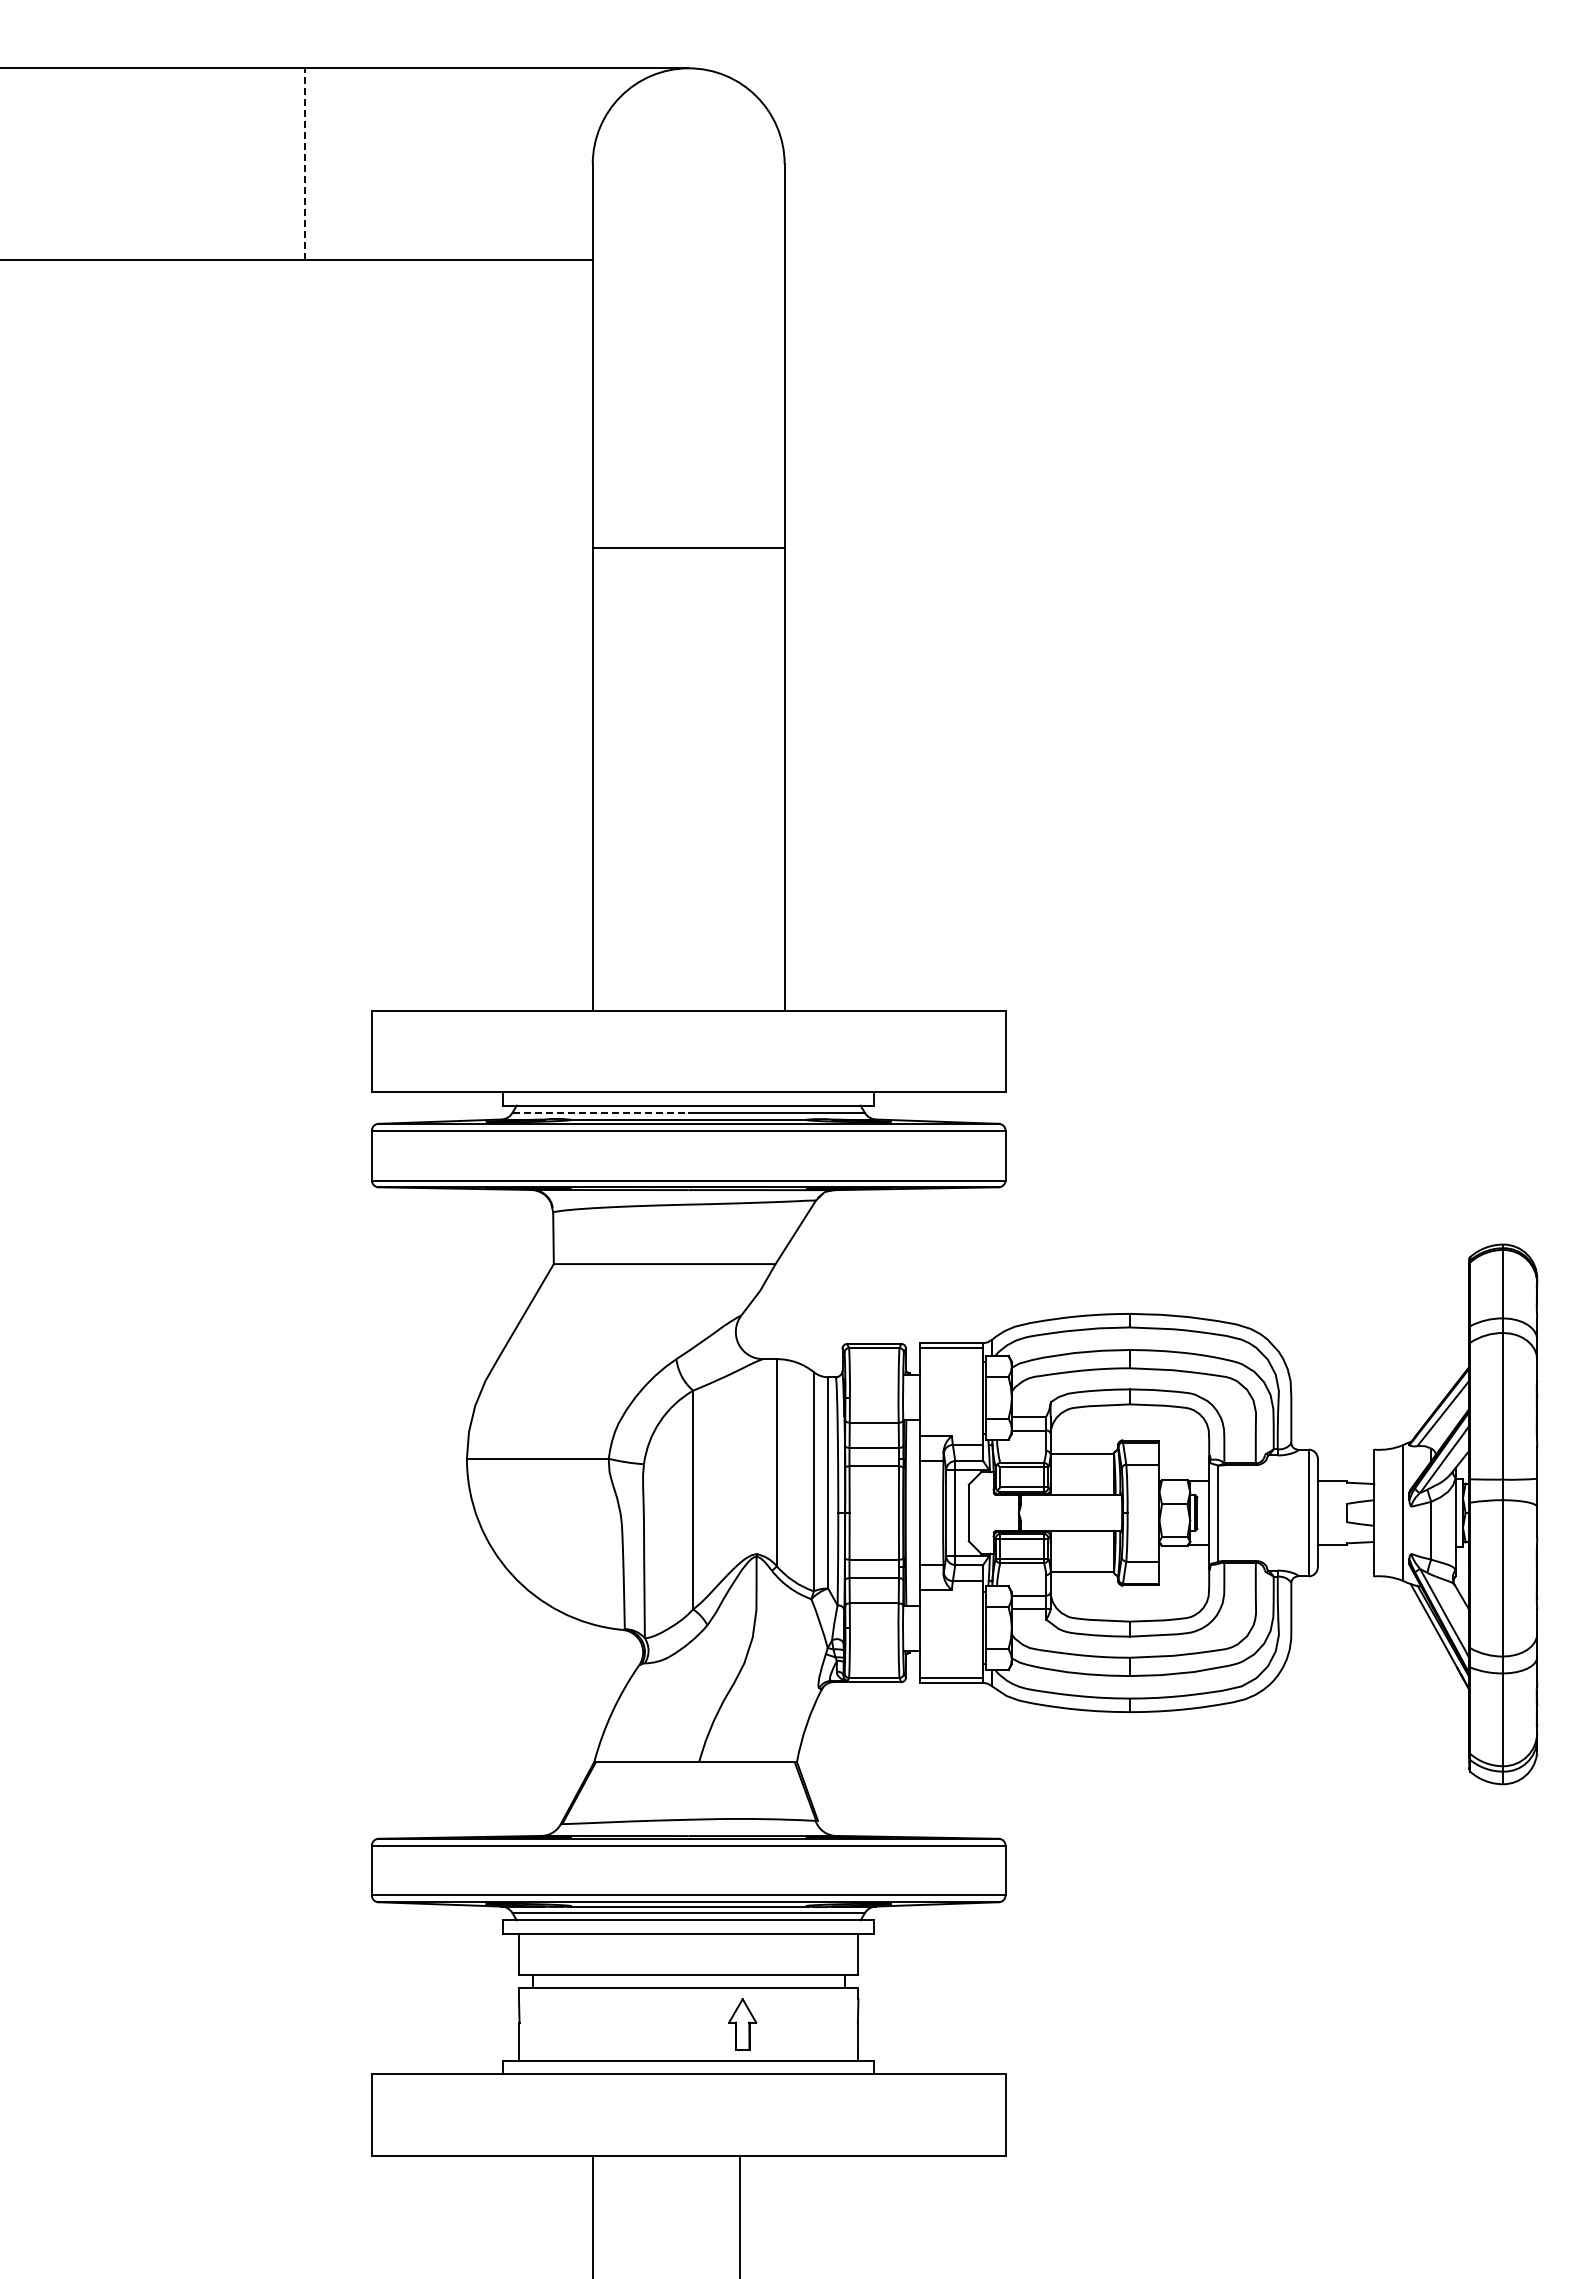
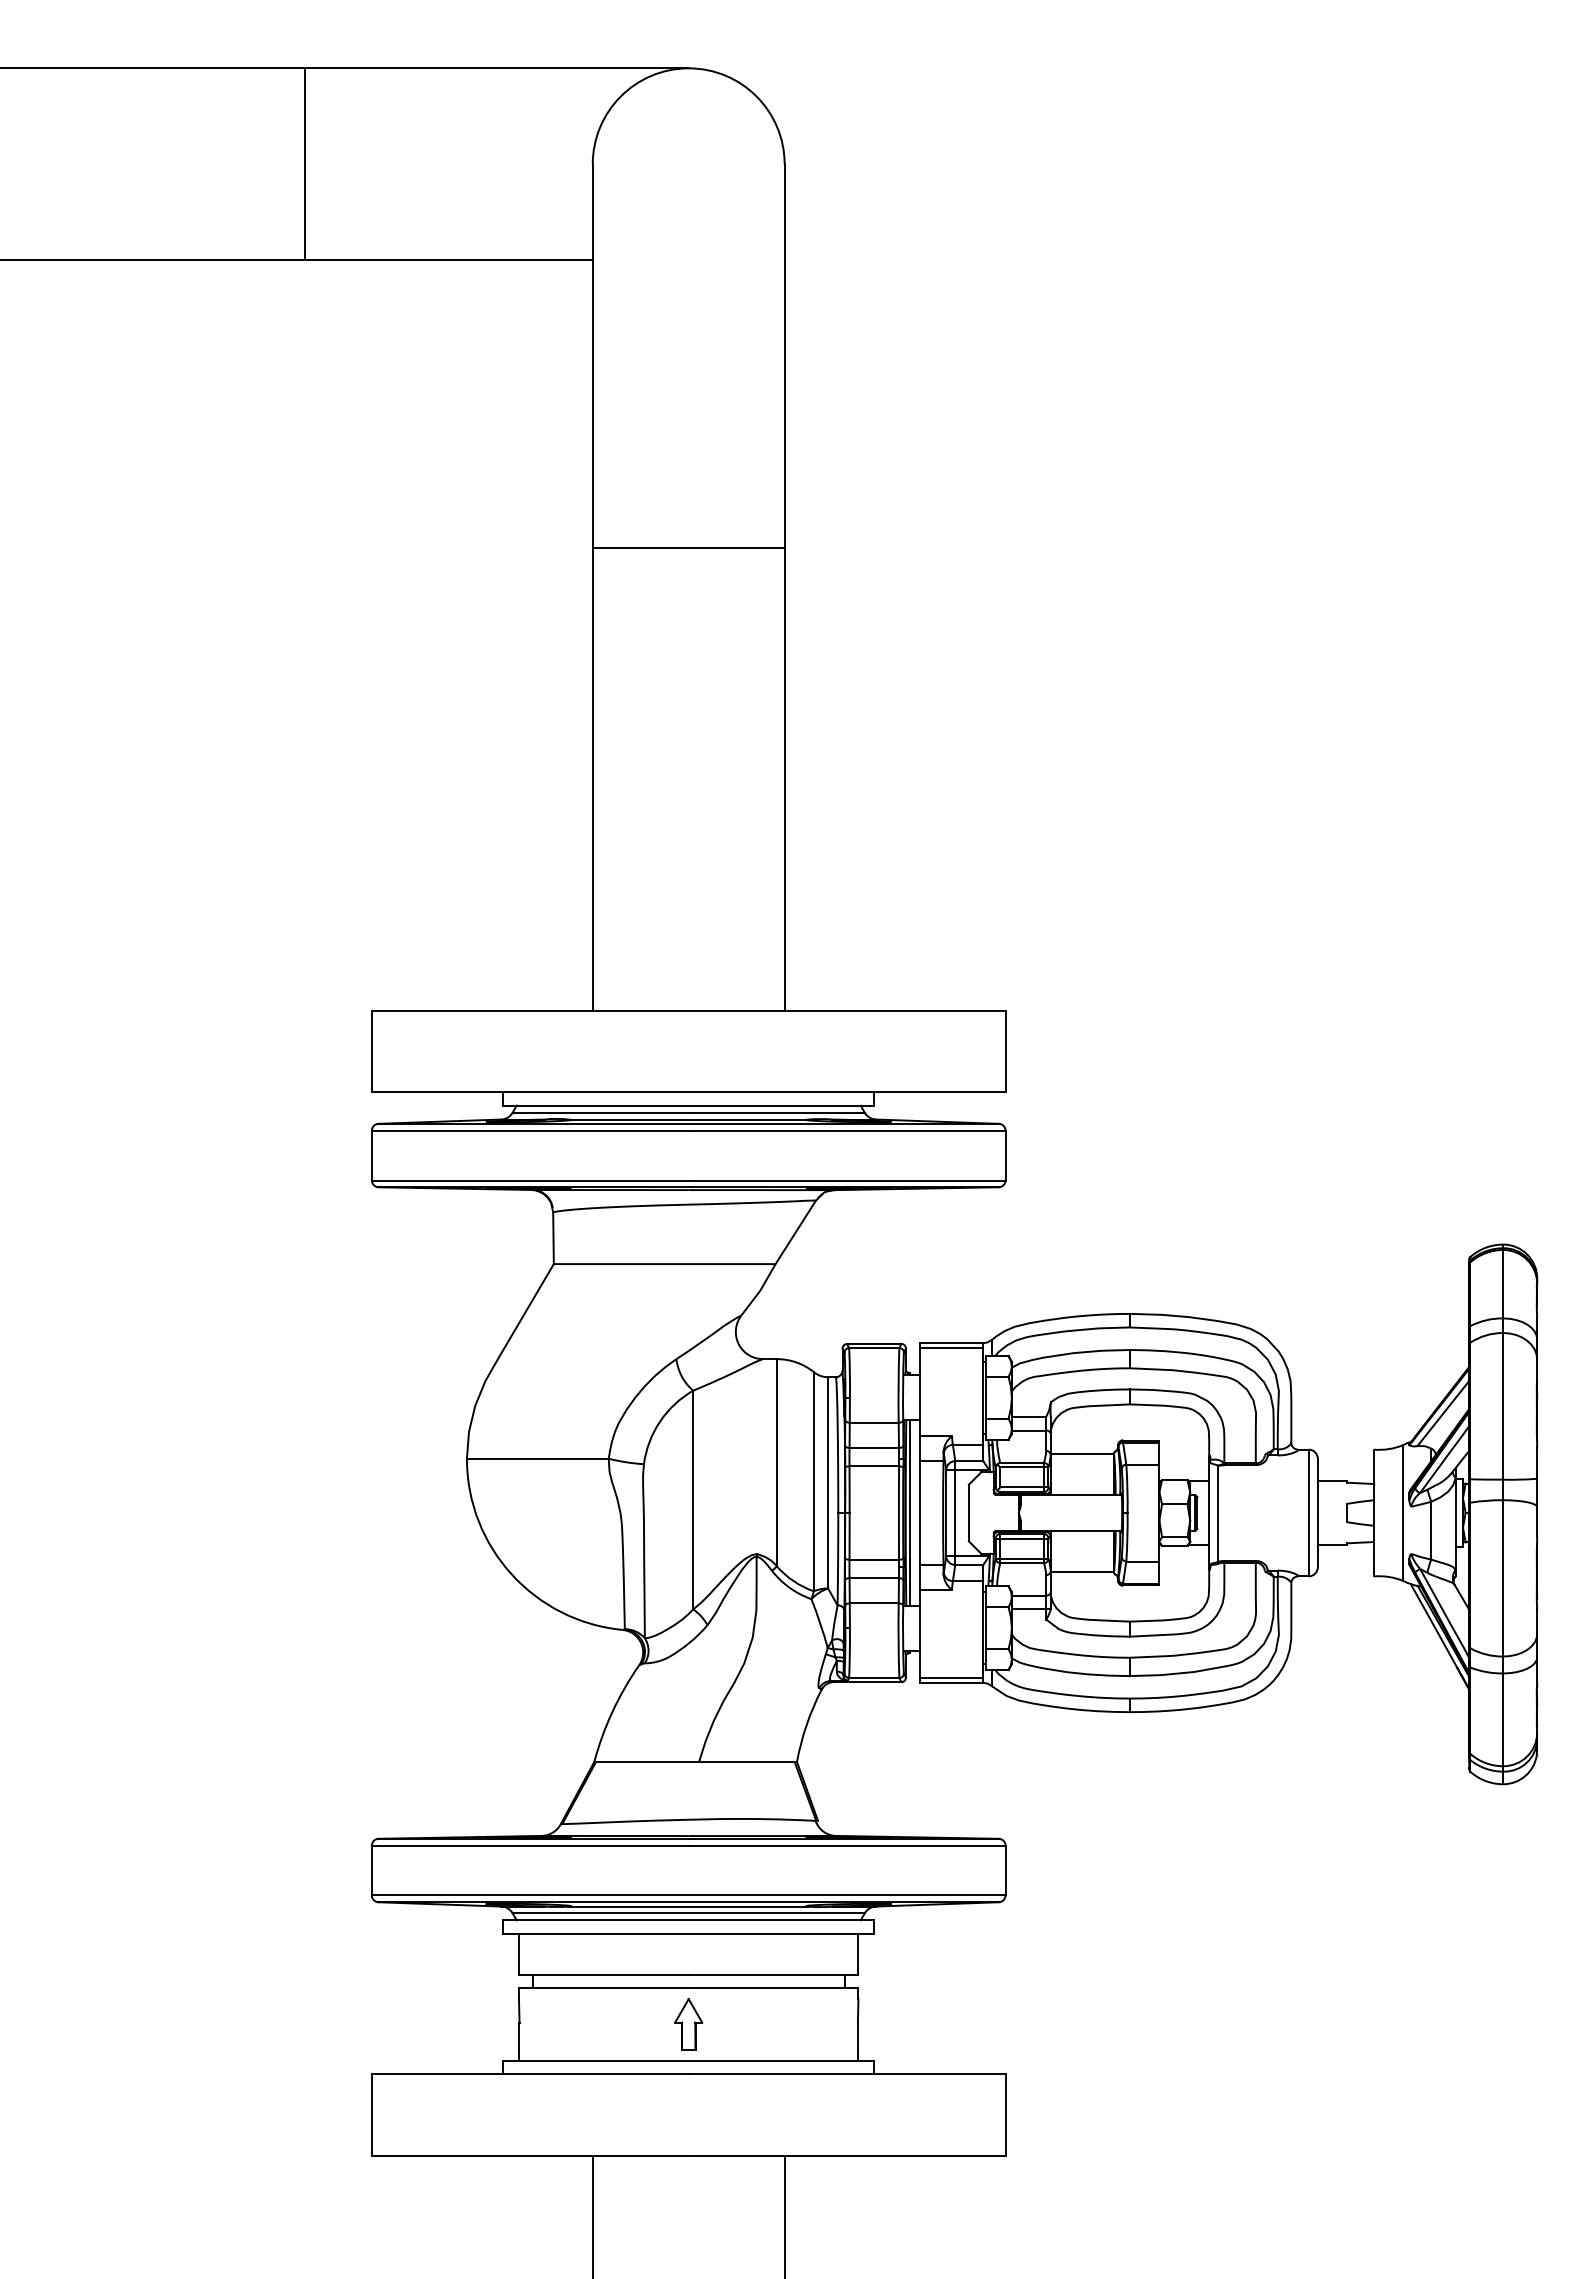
line at (304, 164): dashed -> solid
line at (601, 1112): dashed -> solid
line at (910, 1512): none -> present
part at (742, 2024) position: (742, 2024) -> (688, 2024)
line at (739, 2215) position: (739, 2215) -> (784, 2215)
